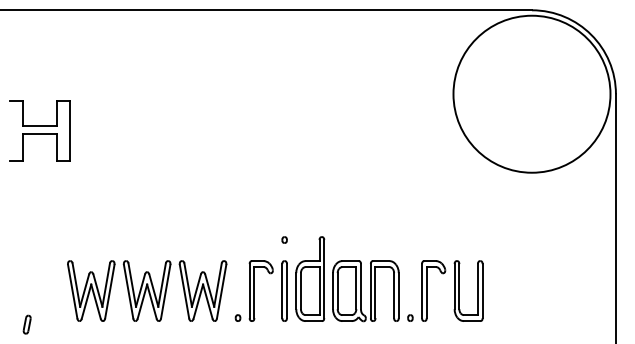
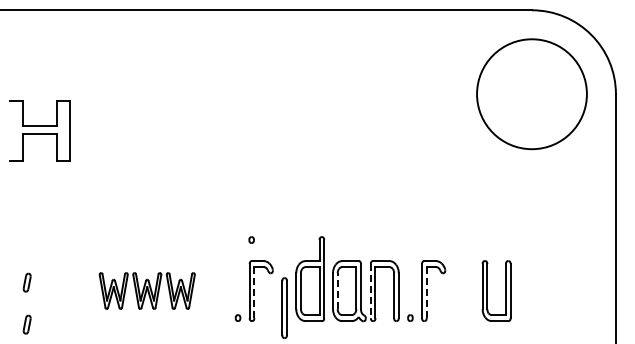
circle at (531, 93) diameter: 157 px -> 110 px
part at (284, 239) position: (284, 239) -> (251, 239)
part at (26, 282): none -> present
part at (147, 290) size: 161x62 px -> 98x38 px
part at (284, 290) position: (284, 290) -> (284, 307)
line at (337, 290): solid -> dashed
part at (459, 290) position: (459, 290) -> (487, 290)
line at (370, 291): solid -> dashed
line at (254, 292): solid -> dashed
line at (426, 292): solid -> dashed
